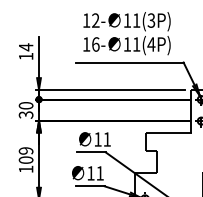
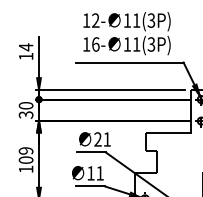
text at (151, 44): 11(4P) -> 11(3P)
text at (97, 139): 11 -> 21
